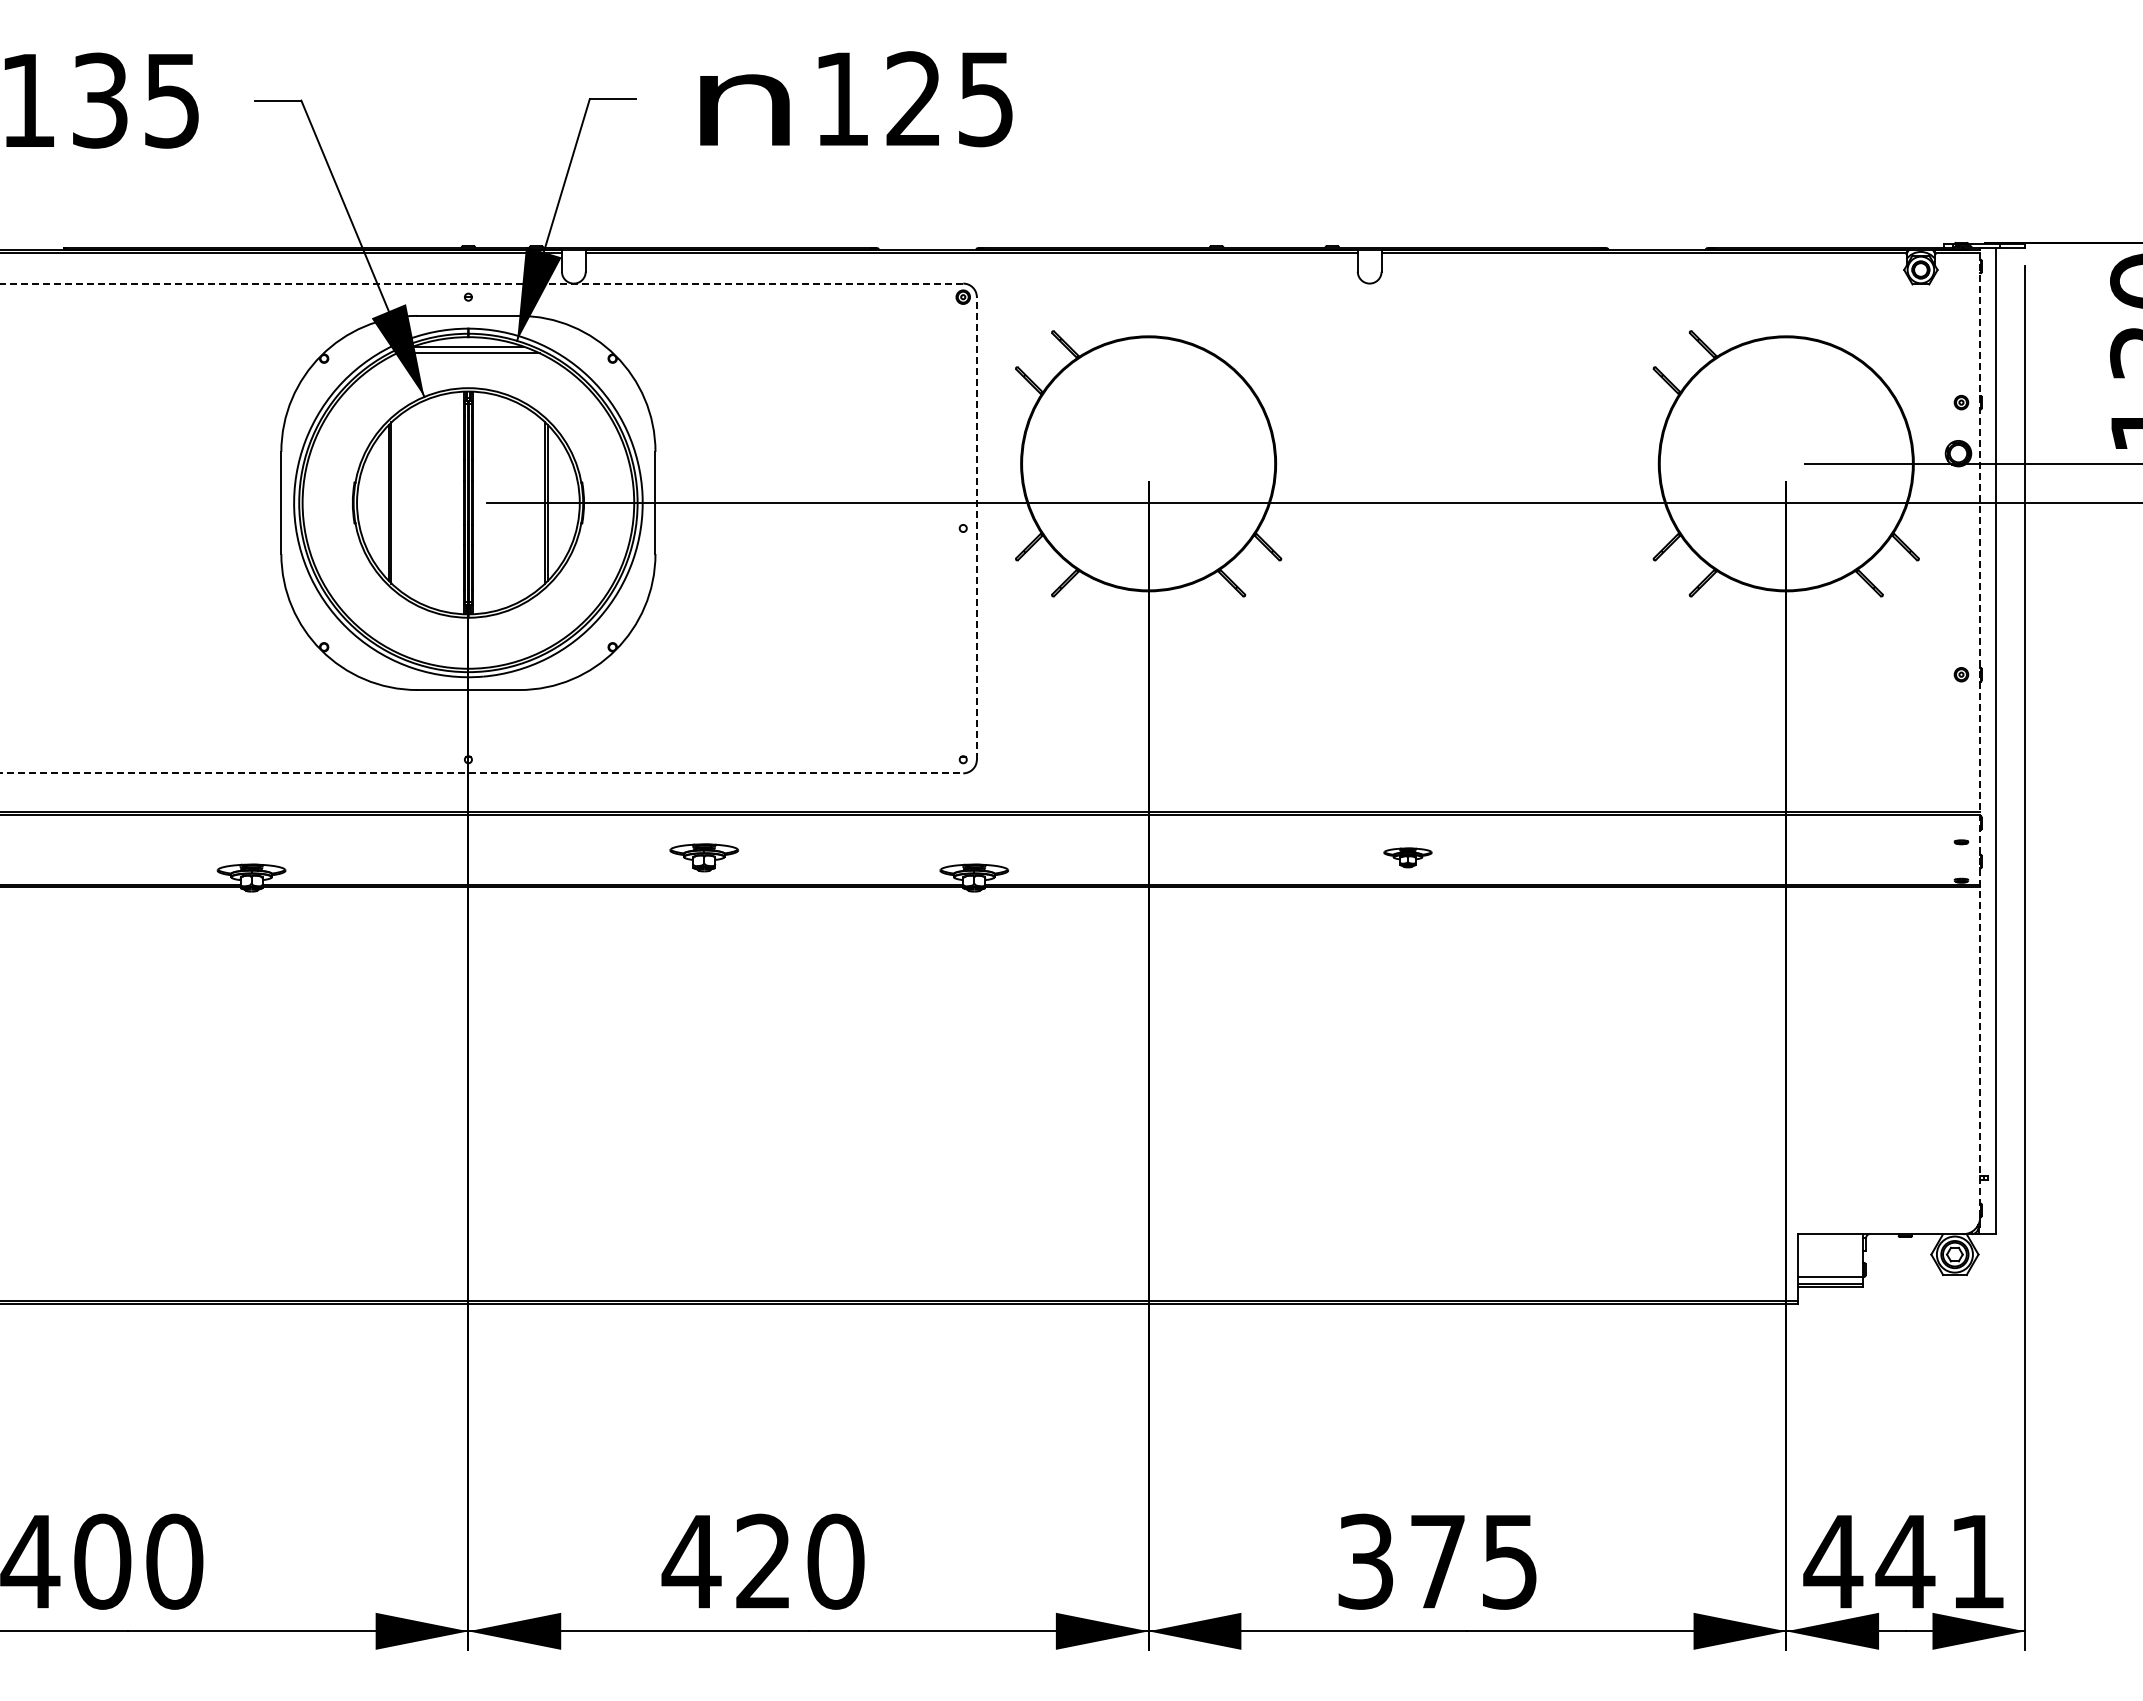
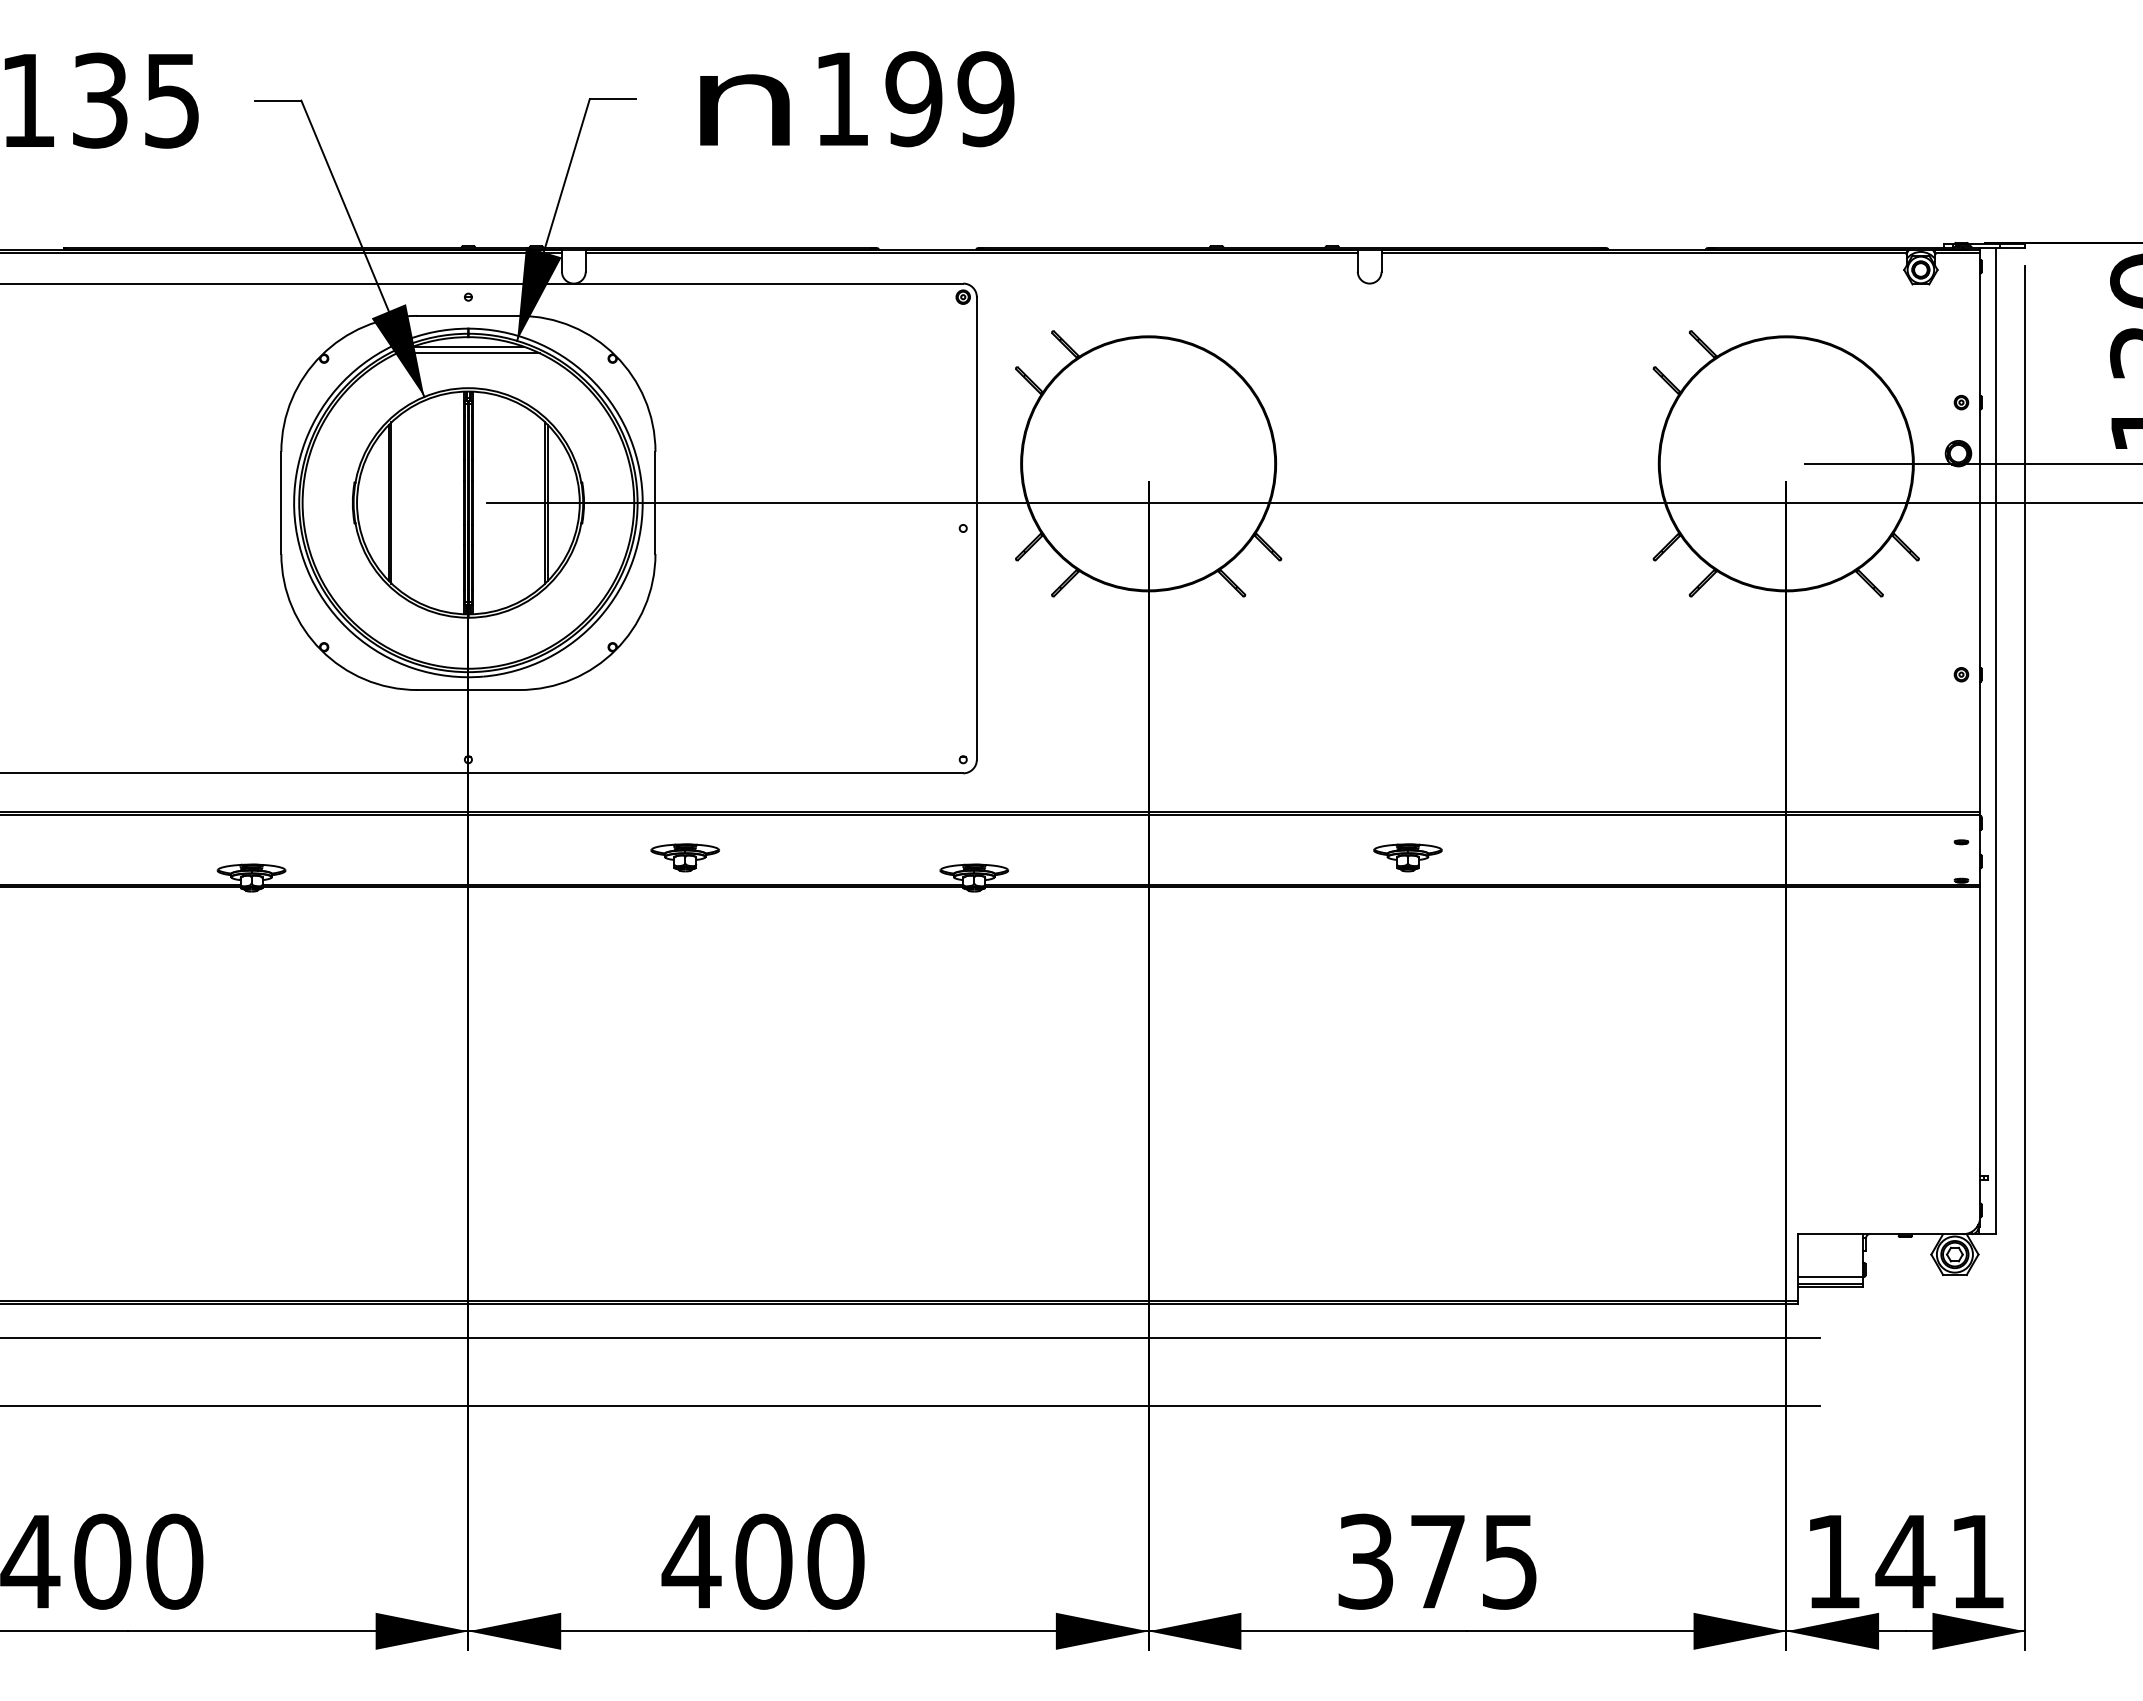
text at (949, 99): 125 -> 199
line at (481, 283): dashed -> solid
line at (976, 527): dashed -> solid
line at (1980, 733): dashed -> solid
line at (482, 773): dashed -> solid
part at (703, 857) position: (703, 857) -> (684, 857)
part at (1407, 857) size: 50x22 px -> 70x30 px
line at (911, 1337): none -> present
line at (911, 1405): none -> present
text at (763, 1561): 420 -> 400
text at (1833, 1561): 441 -> 141
